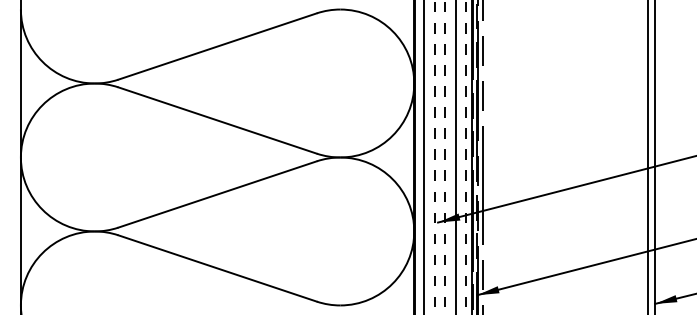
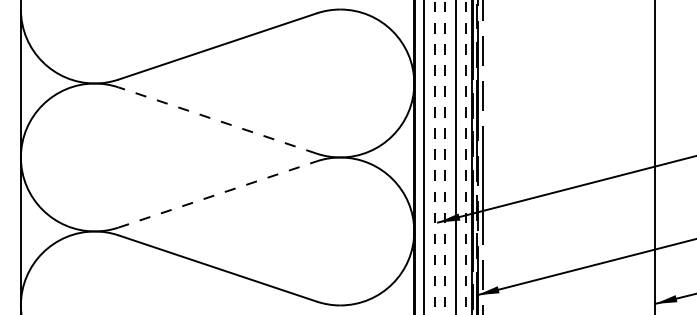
line at (217, 120): solid -> dashed
line at (647, 156): present -> none
line at (217, 194): solid -> dashed
